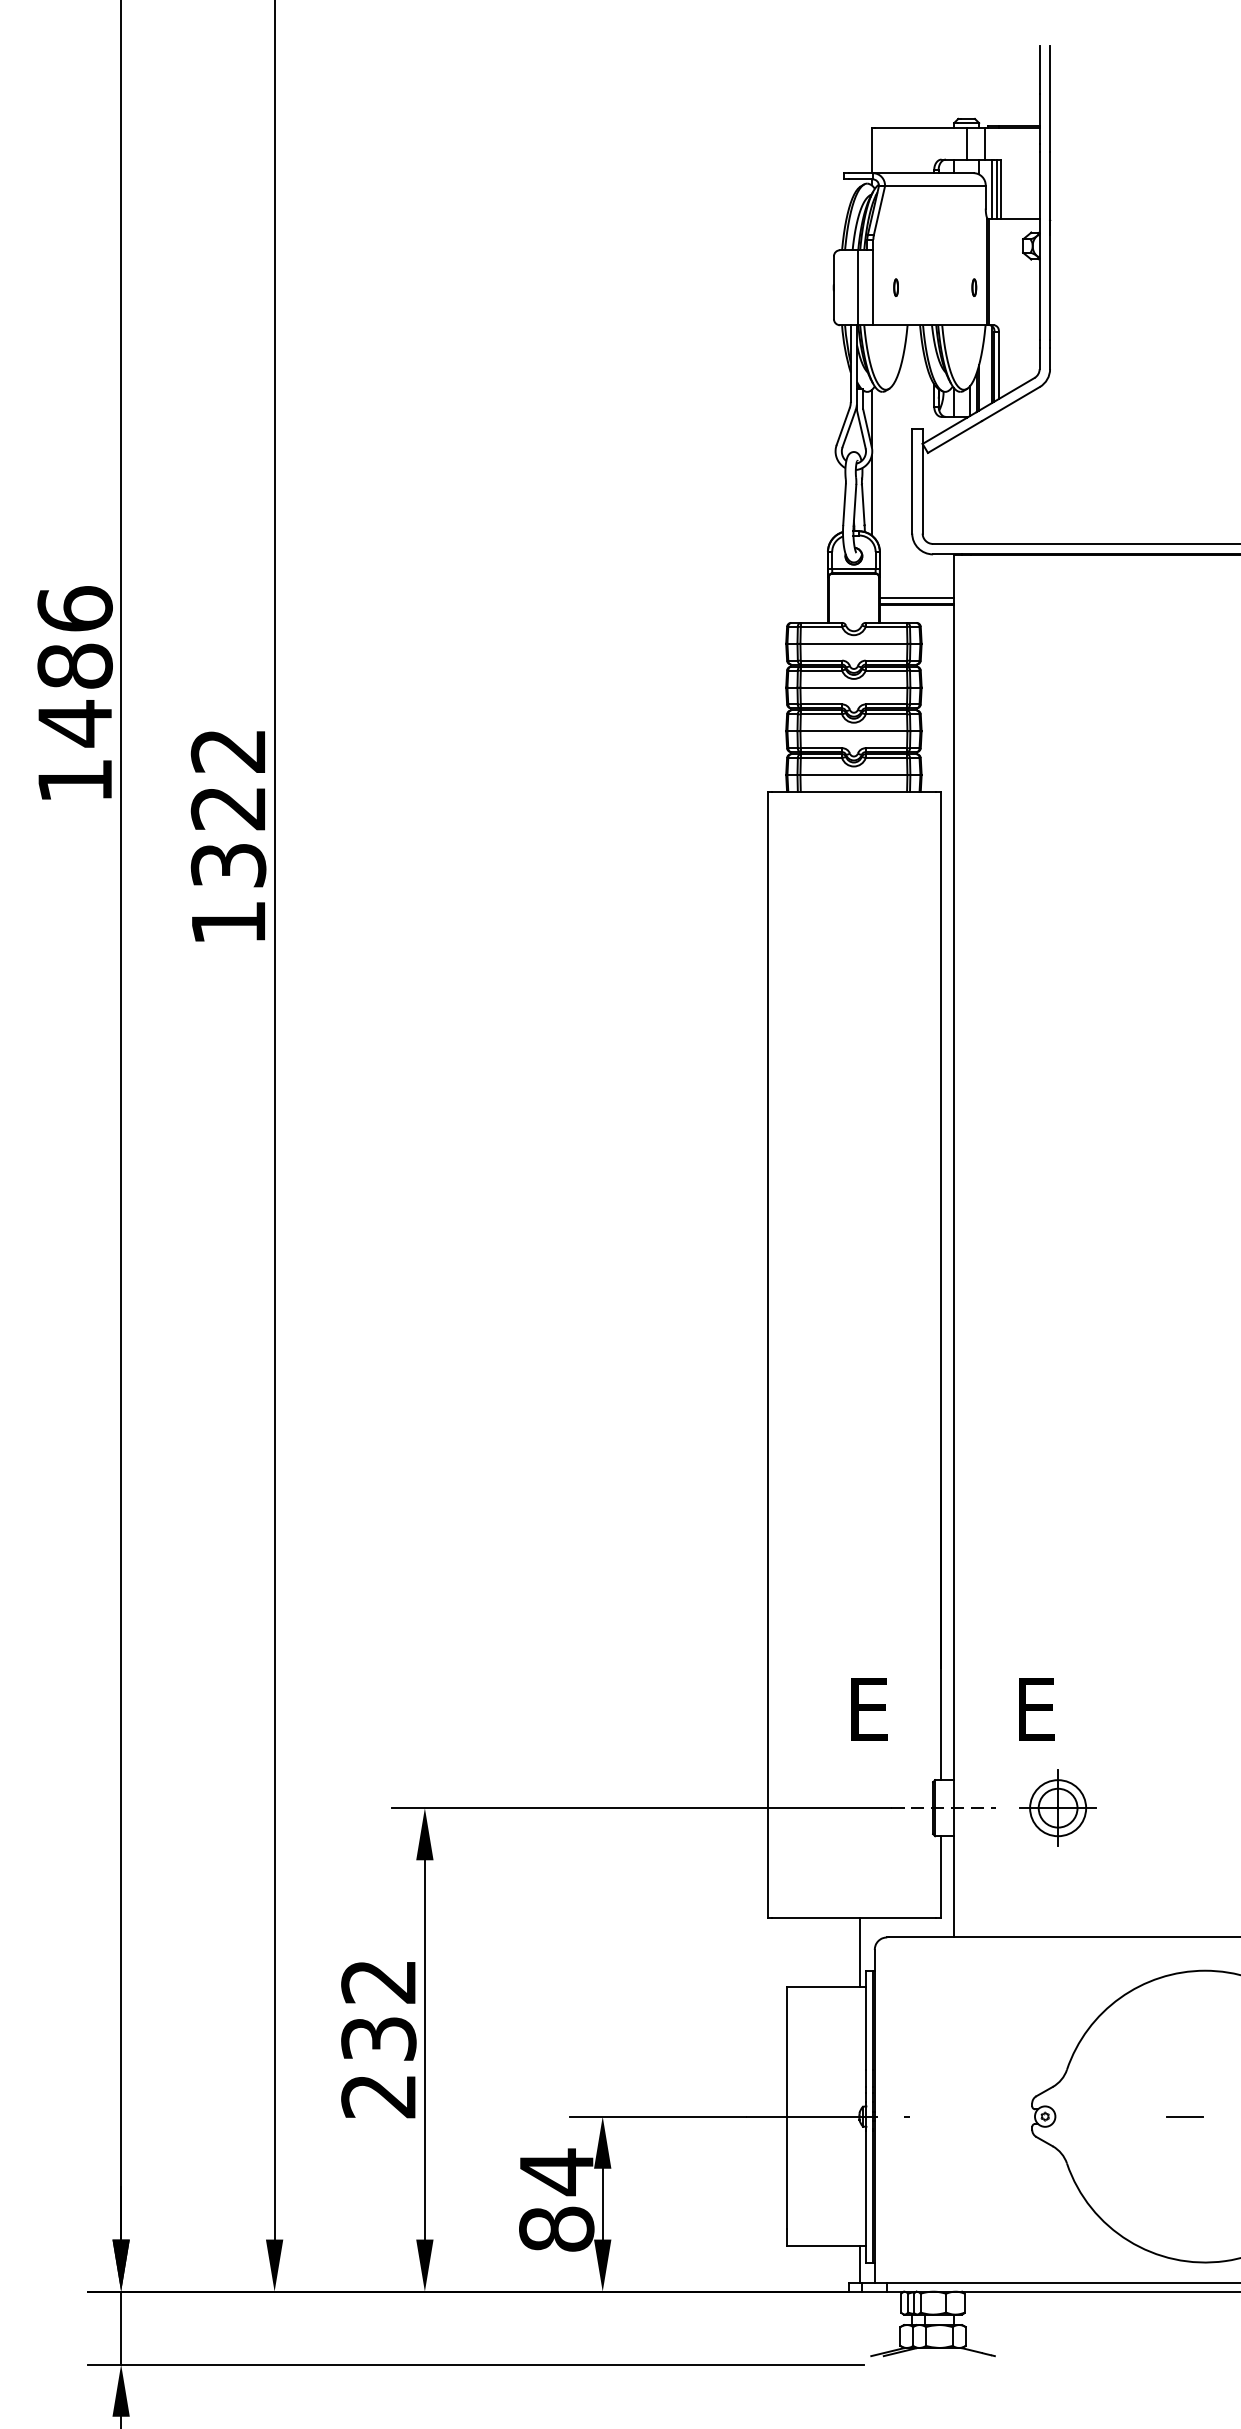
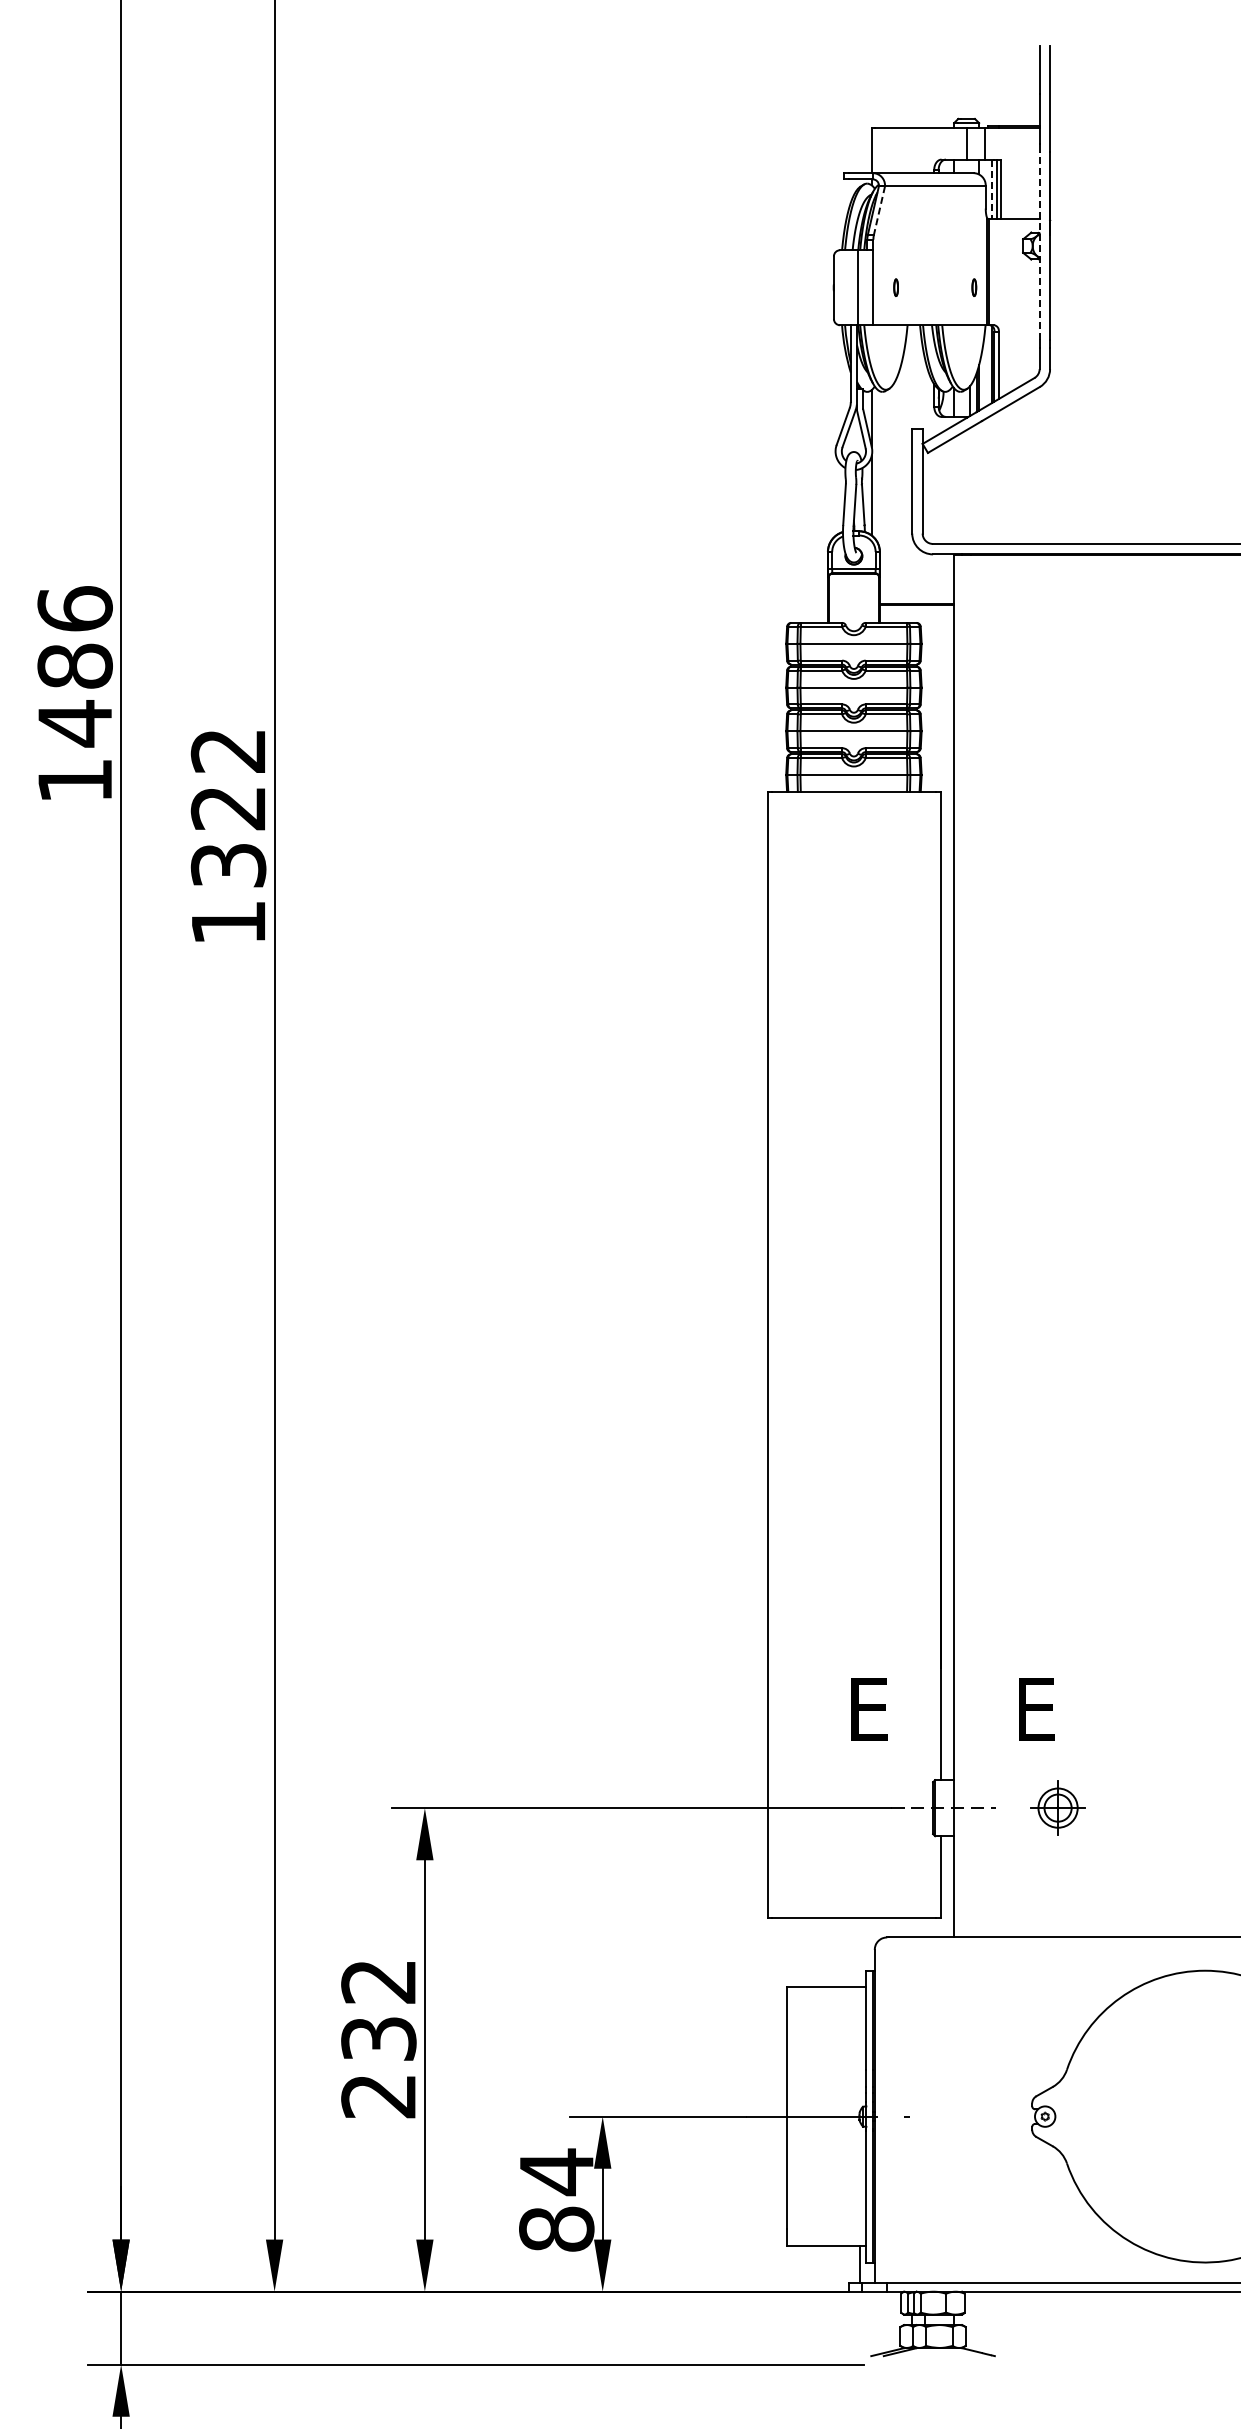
line at (991, 189): solid -> dashed
line at (879, 211): solid -> dashed
line at (1039, 245): solid -> dashed
line at (916, 598): present -> none
part at (1057, 1807) size: 78x78 px -> 56x56 px
line at (860, 1952): present -> none
line at (1184, 2116): present -> none
